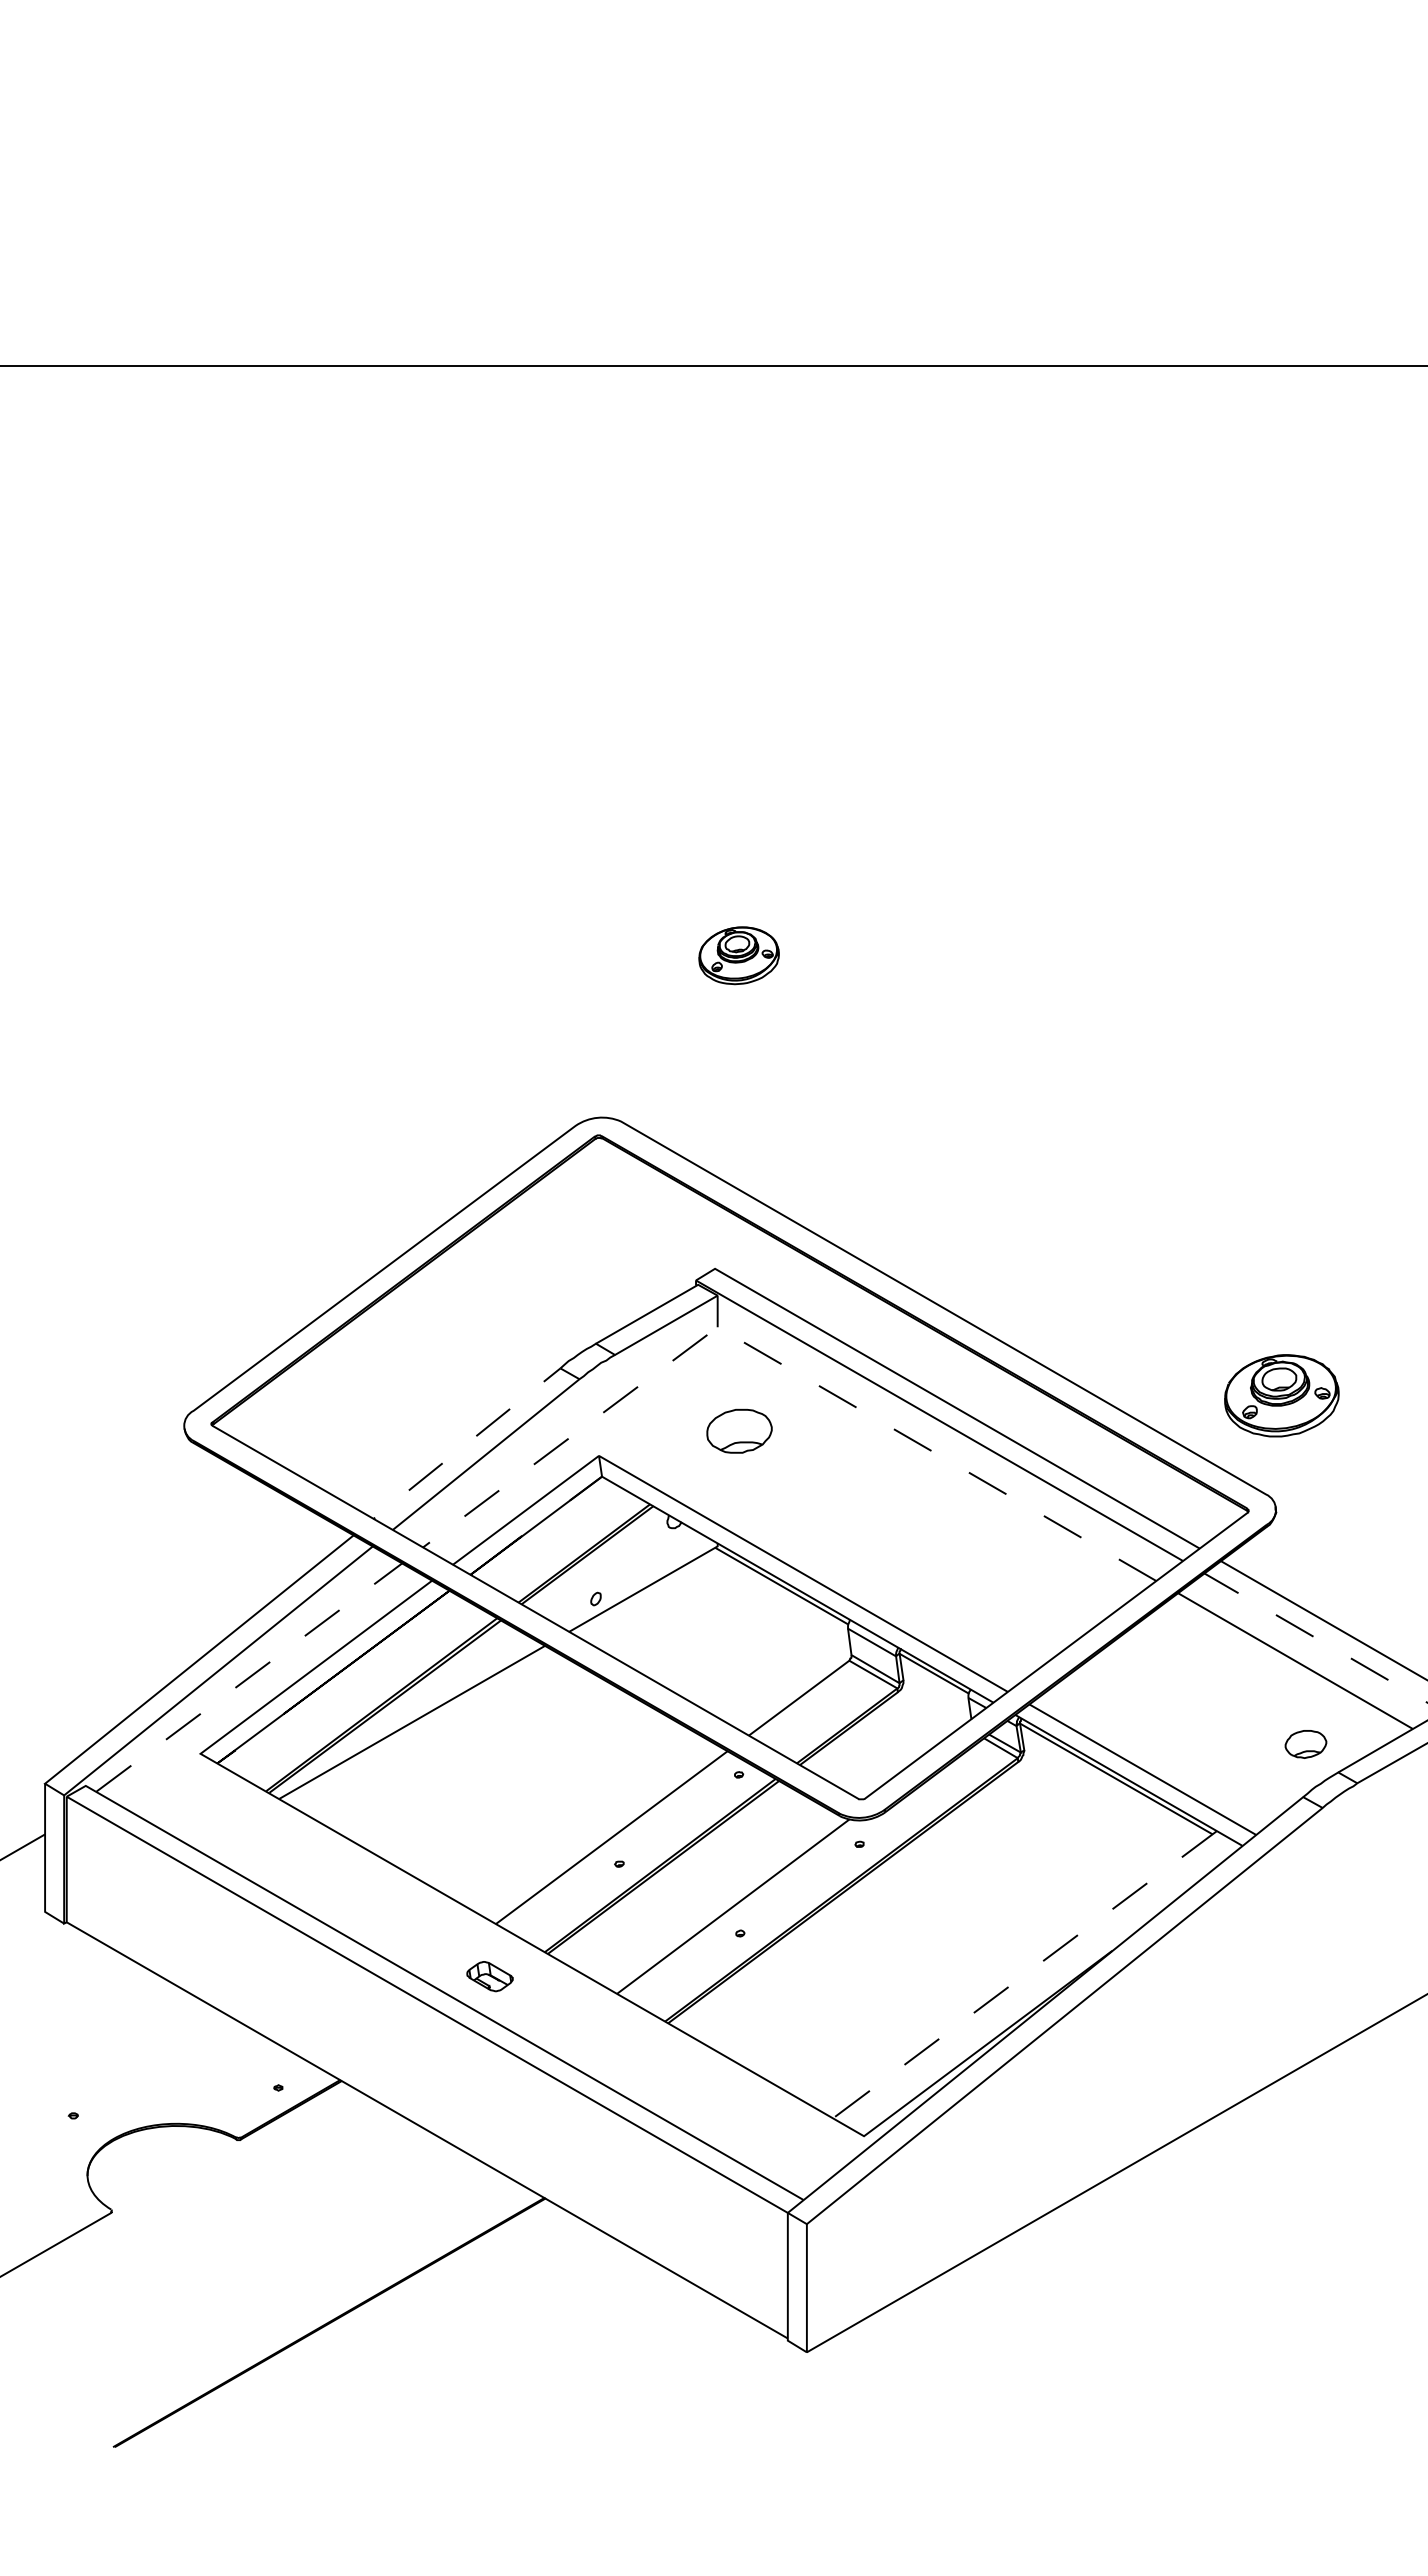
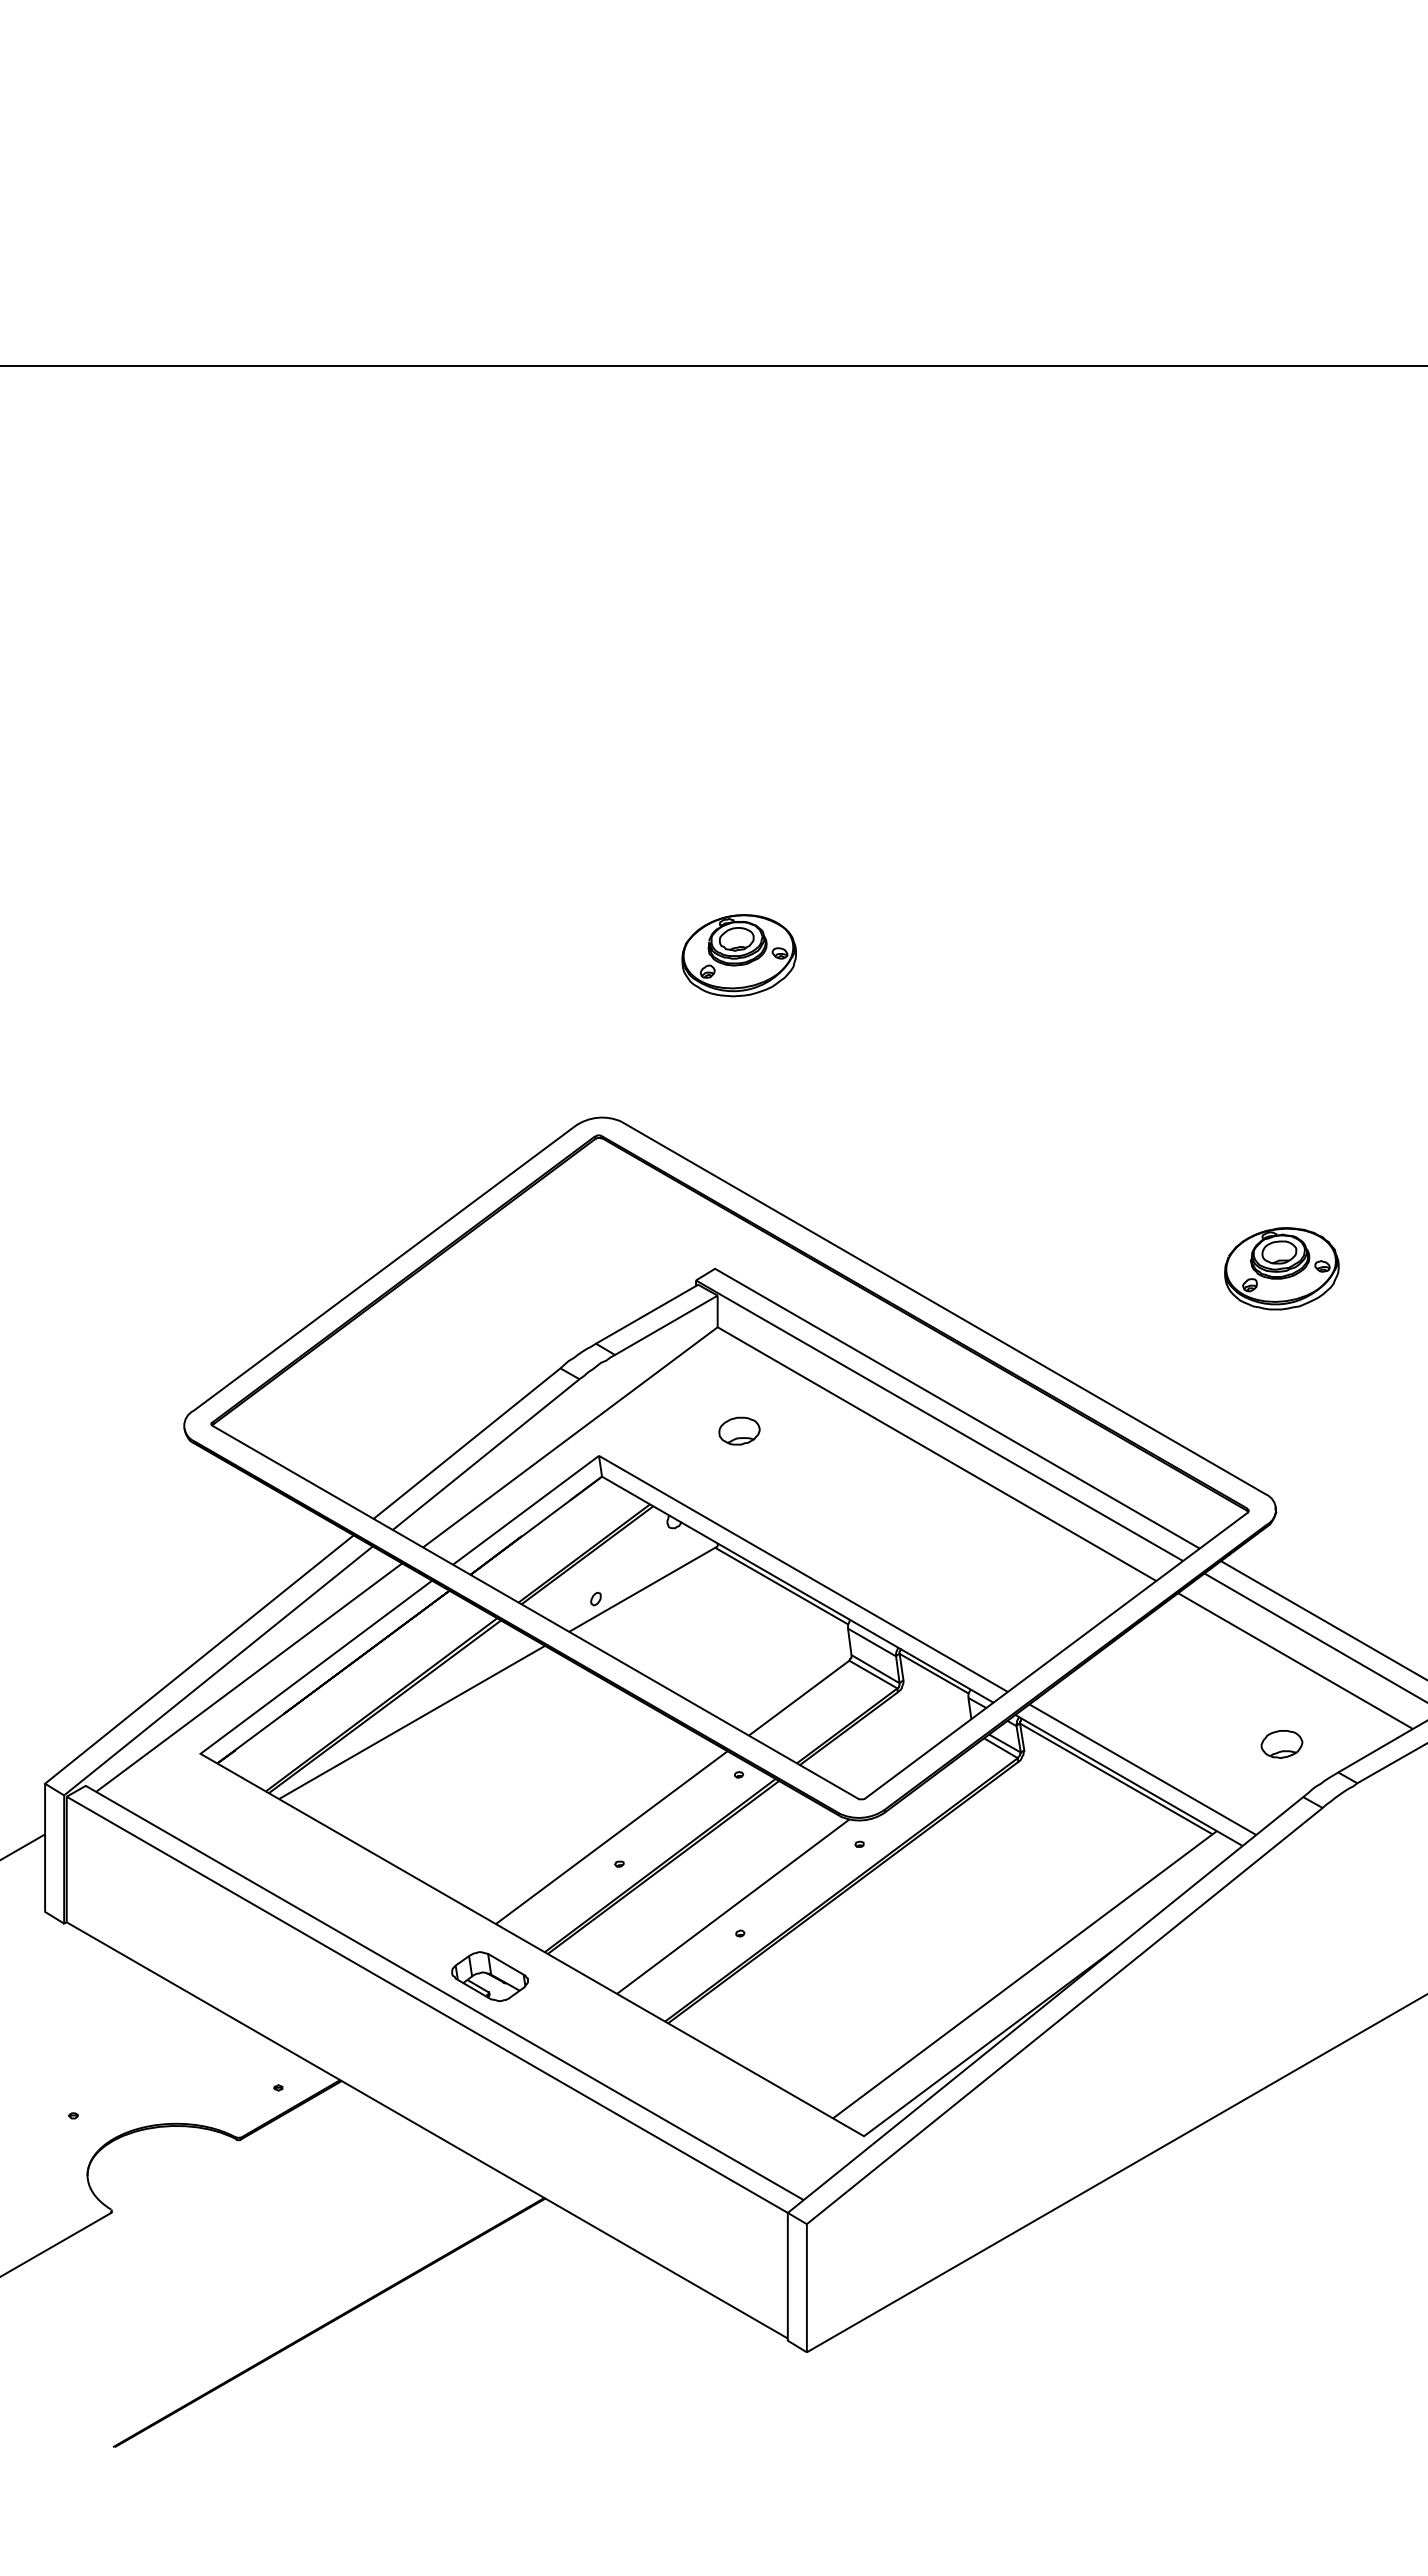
part at (738, 955) size: 82x60 px -> 116x84 px
line at (776, 1361): dashed -> solid
part at (1281, 1395) position: (1281, 1395) -> (1281, 1268)
part at (739, 1430) size: 67x46 px -> 43x30 px
line at (475, 1436): dashed -> solid
line at (1315, 1637): dashed -> solid
line at (249, 1677): dashed -> solid
part at (1305, 1744) position: (1305, 1744) -> (1281, 1744)
line at (1024, 1974): dashed -> solid
part at (489, 1976) size: 48x32 px -> 78x51 px
